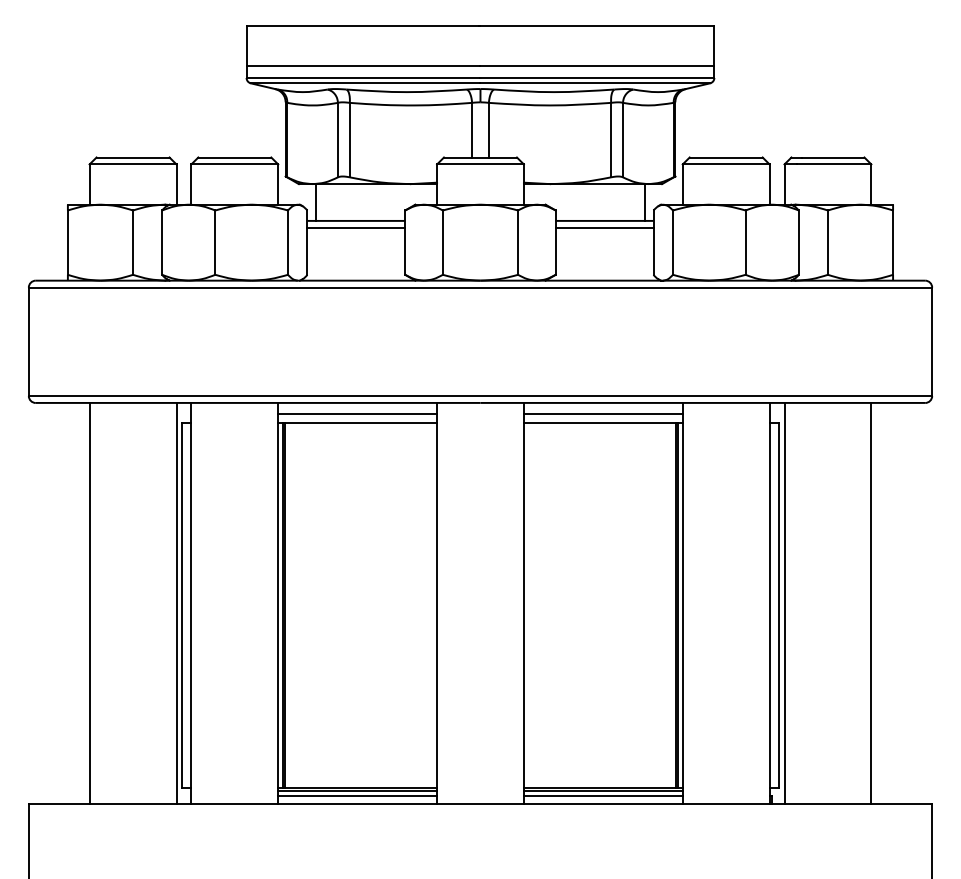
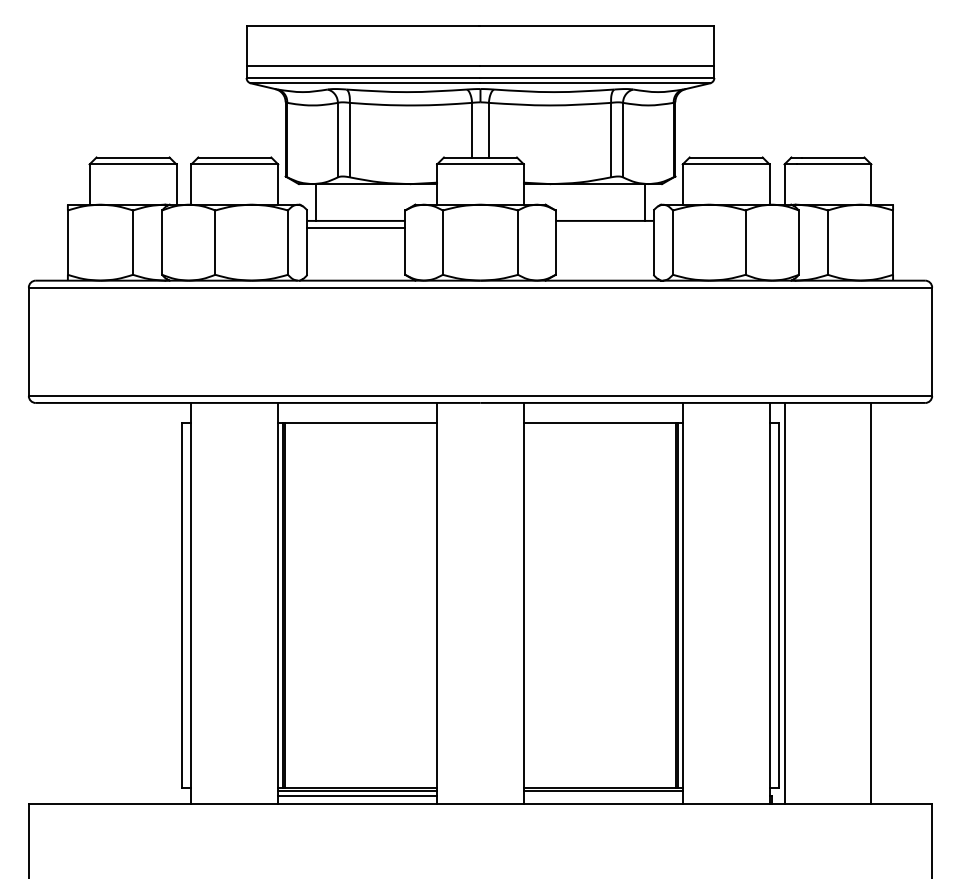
line at (604, 227): present -> none
line at (357, 413): present -> none
line at (602, 413): present -> none
line at (89, 603): present -> none
line at (176, 603): present -> none
line at (602, 795): present -> none
